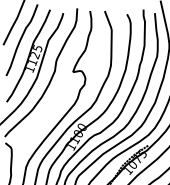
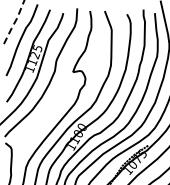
line at (14, 23): solid -> dashed
